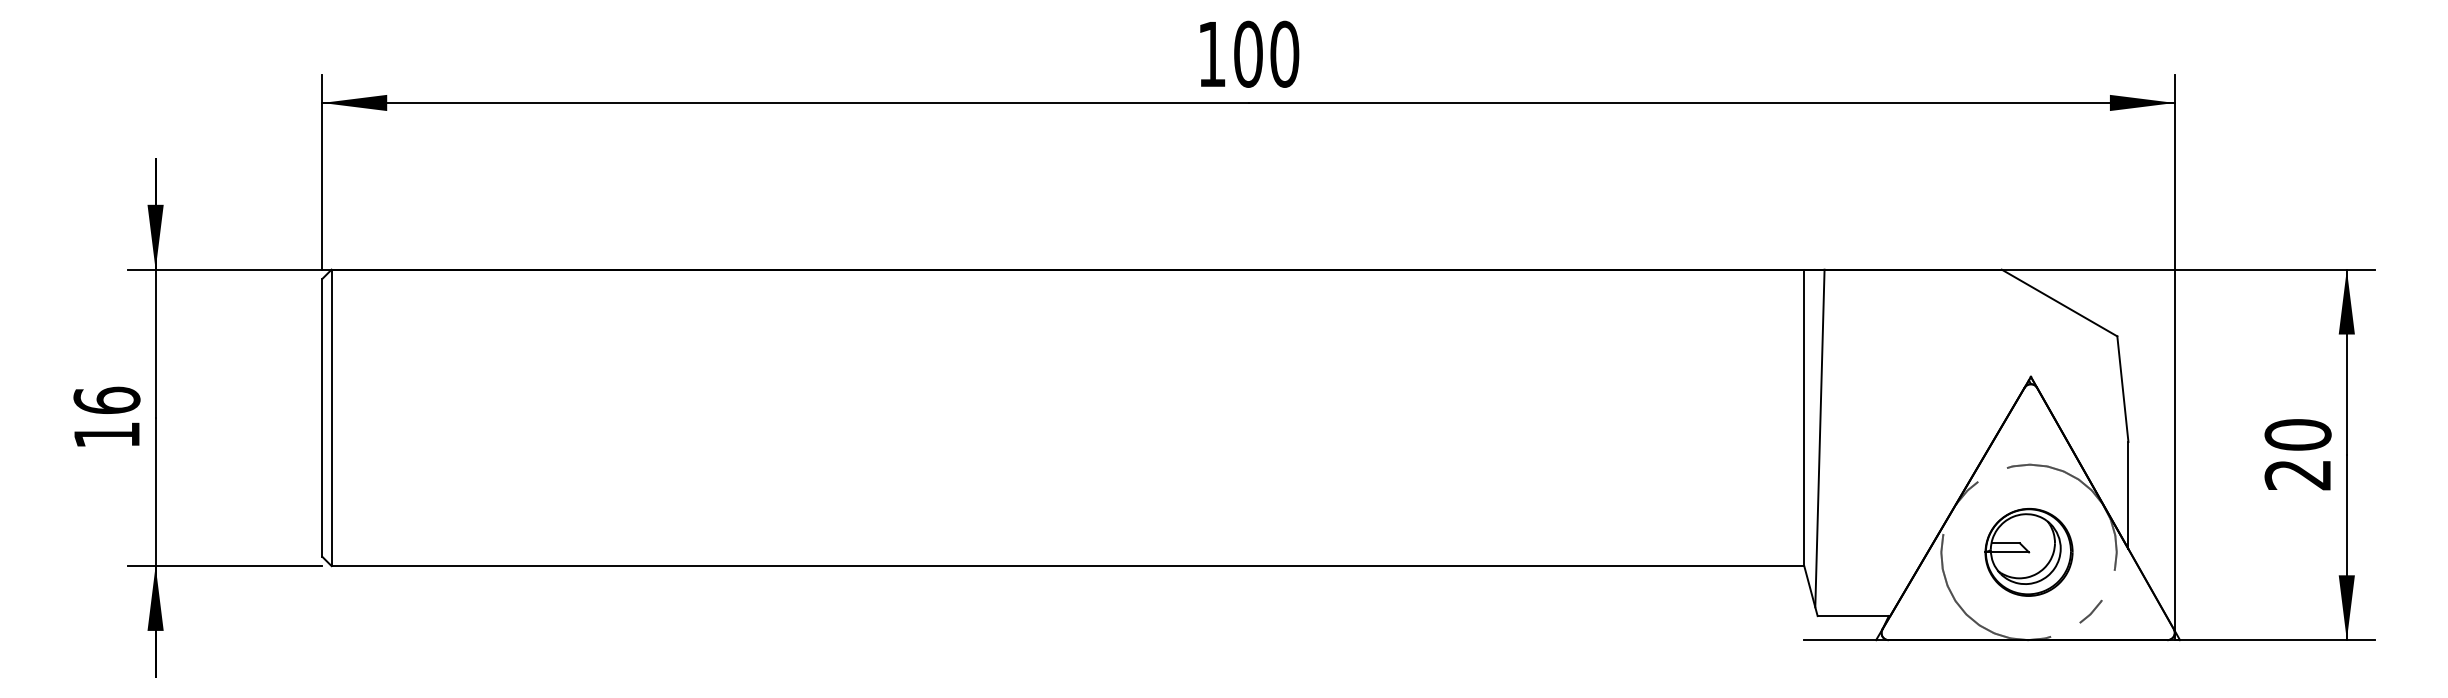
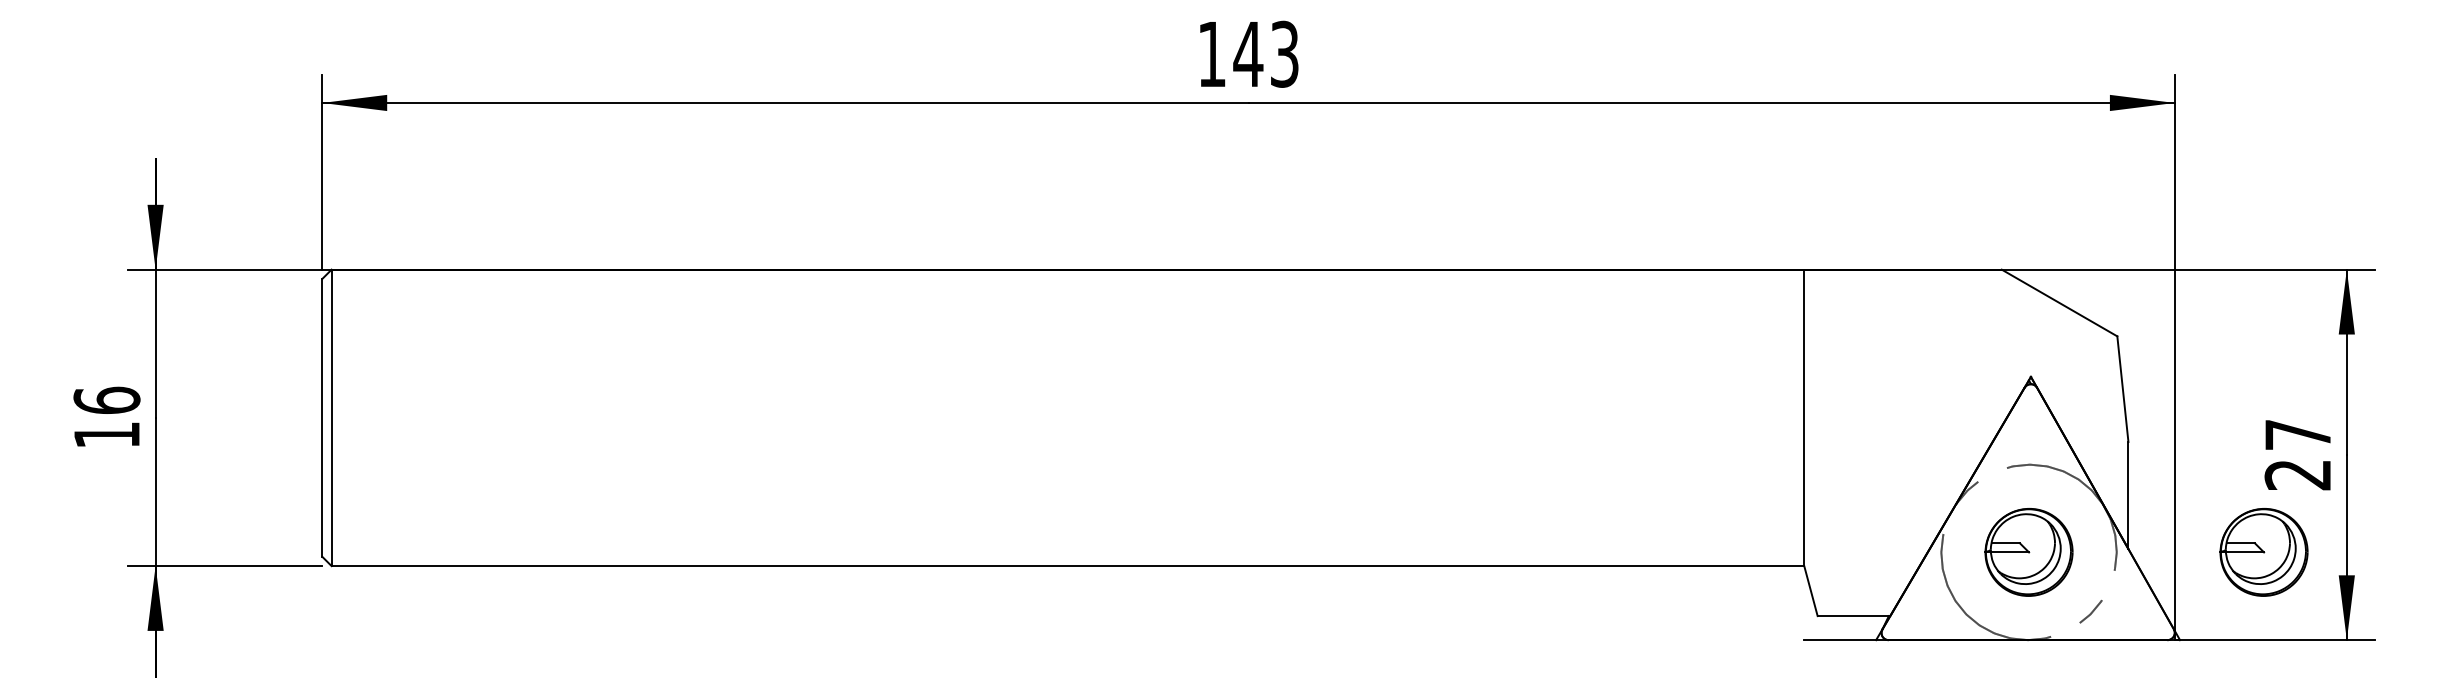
text at (1266, 53): 100 -> 143
text at (2297, 434): 20 -> 27
line at (1819, 438): present -> none
part at (2263, 552): none -> present
